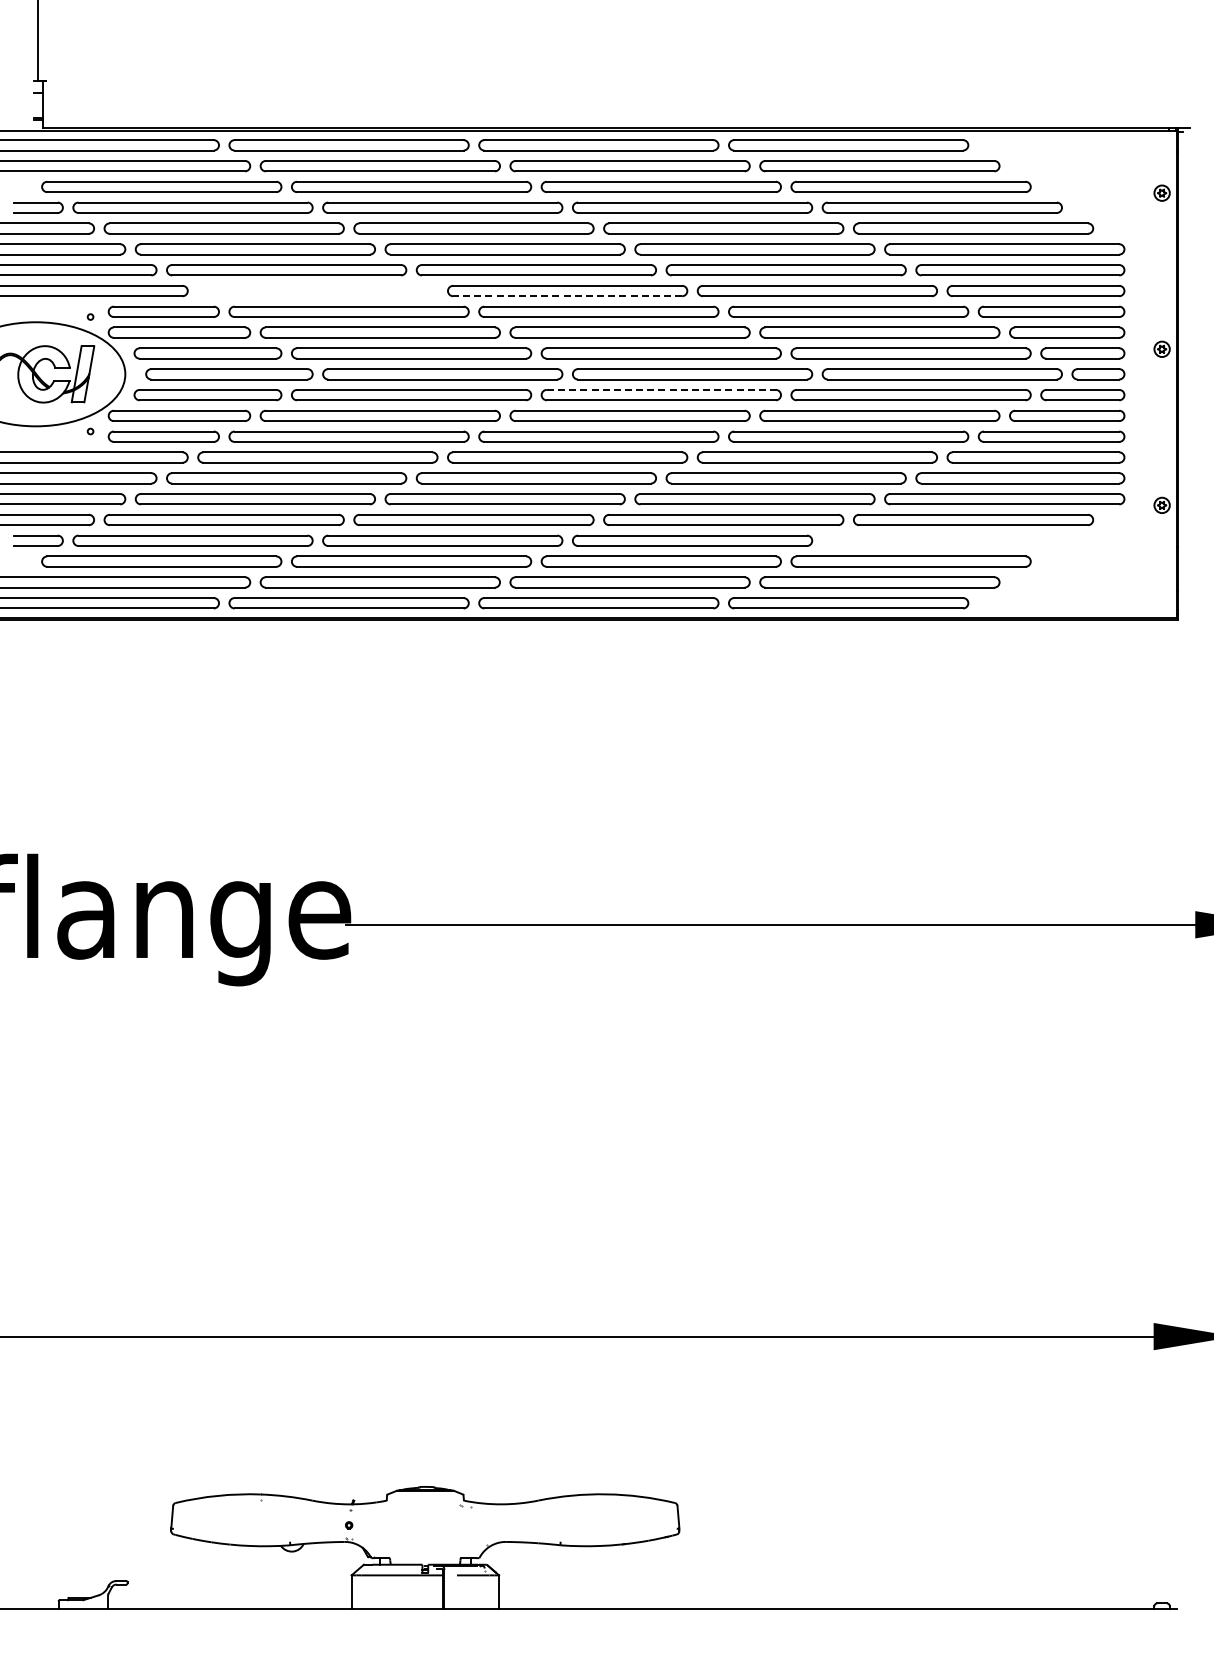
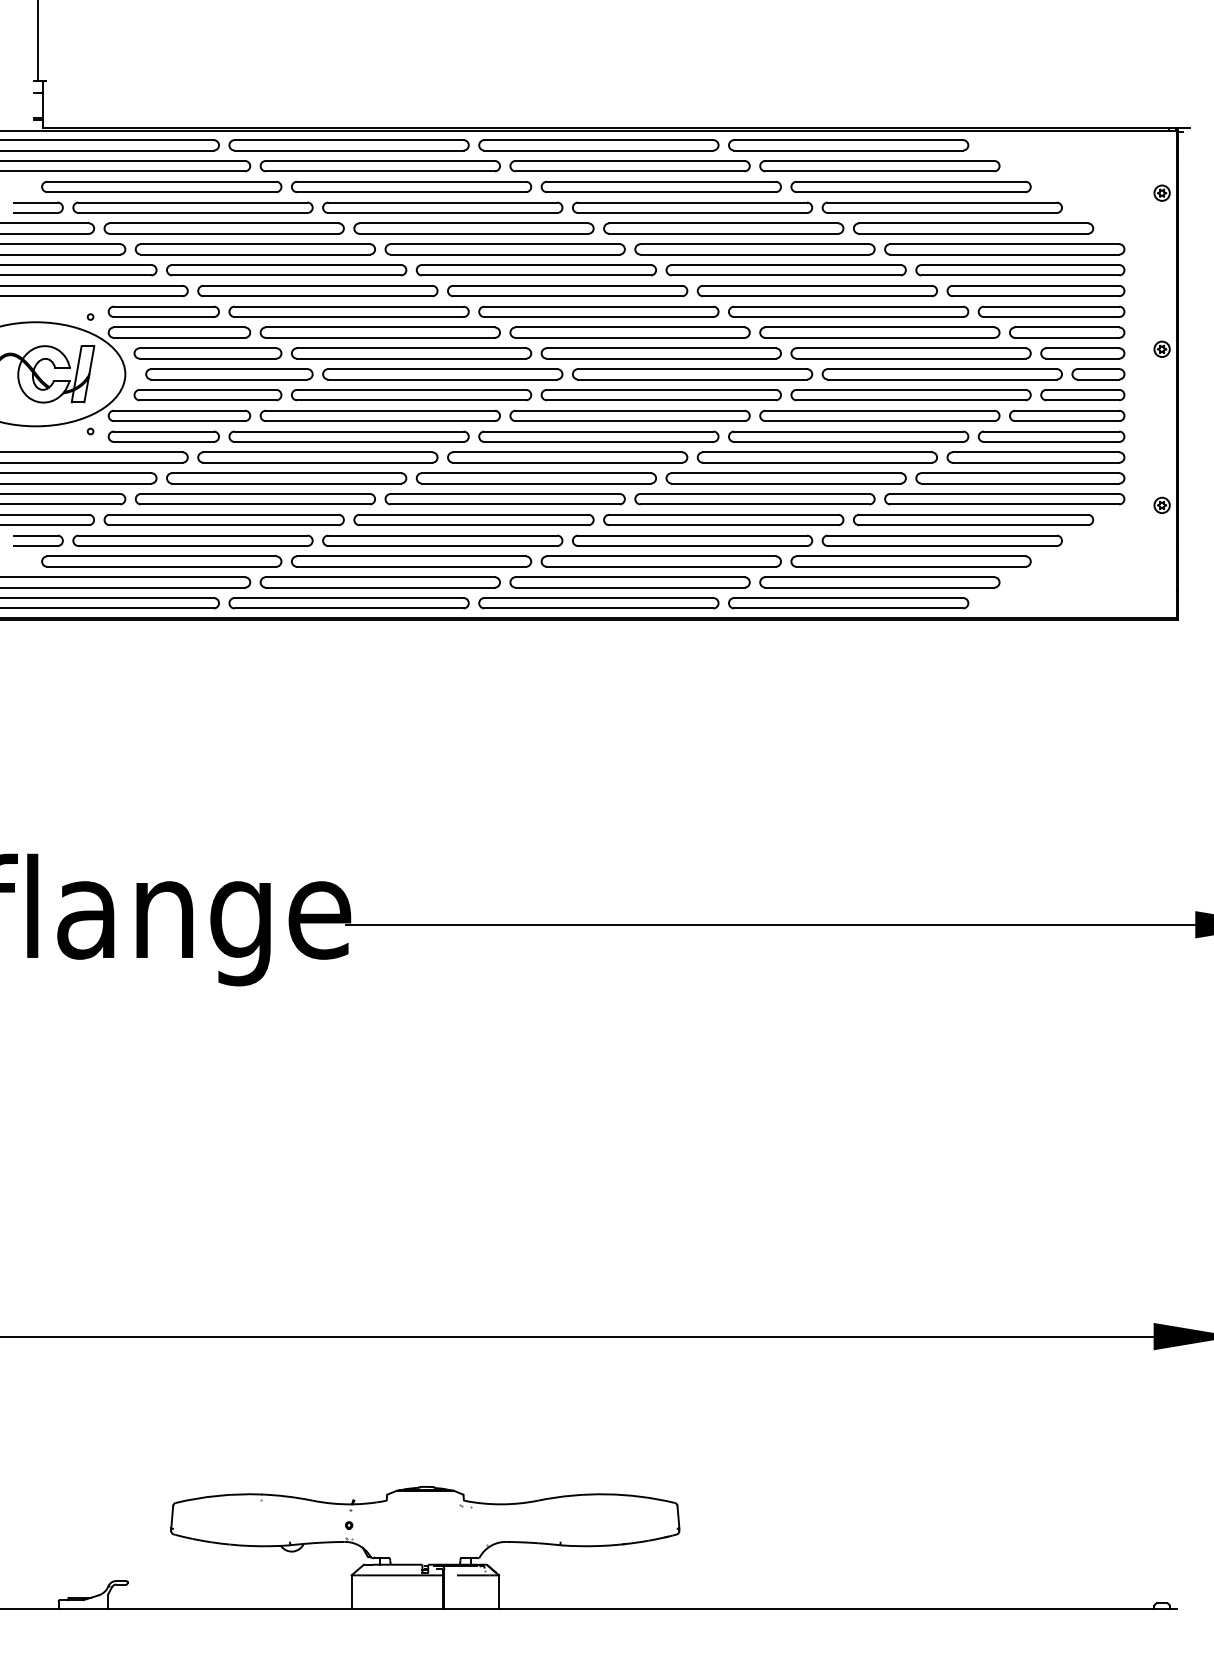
part at (317, 291): none -> present
line at (567, 296): dashed -> solid
line at (661, 389): dashed -> solid
part at (941, 540): none -> present
